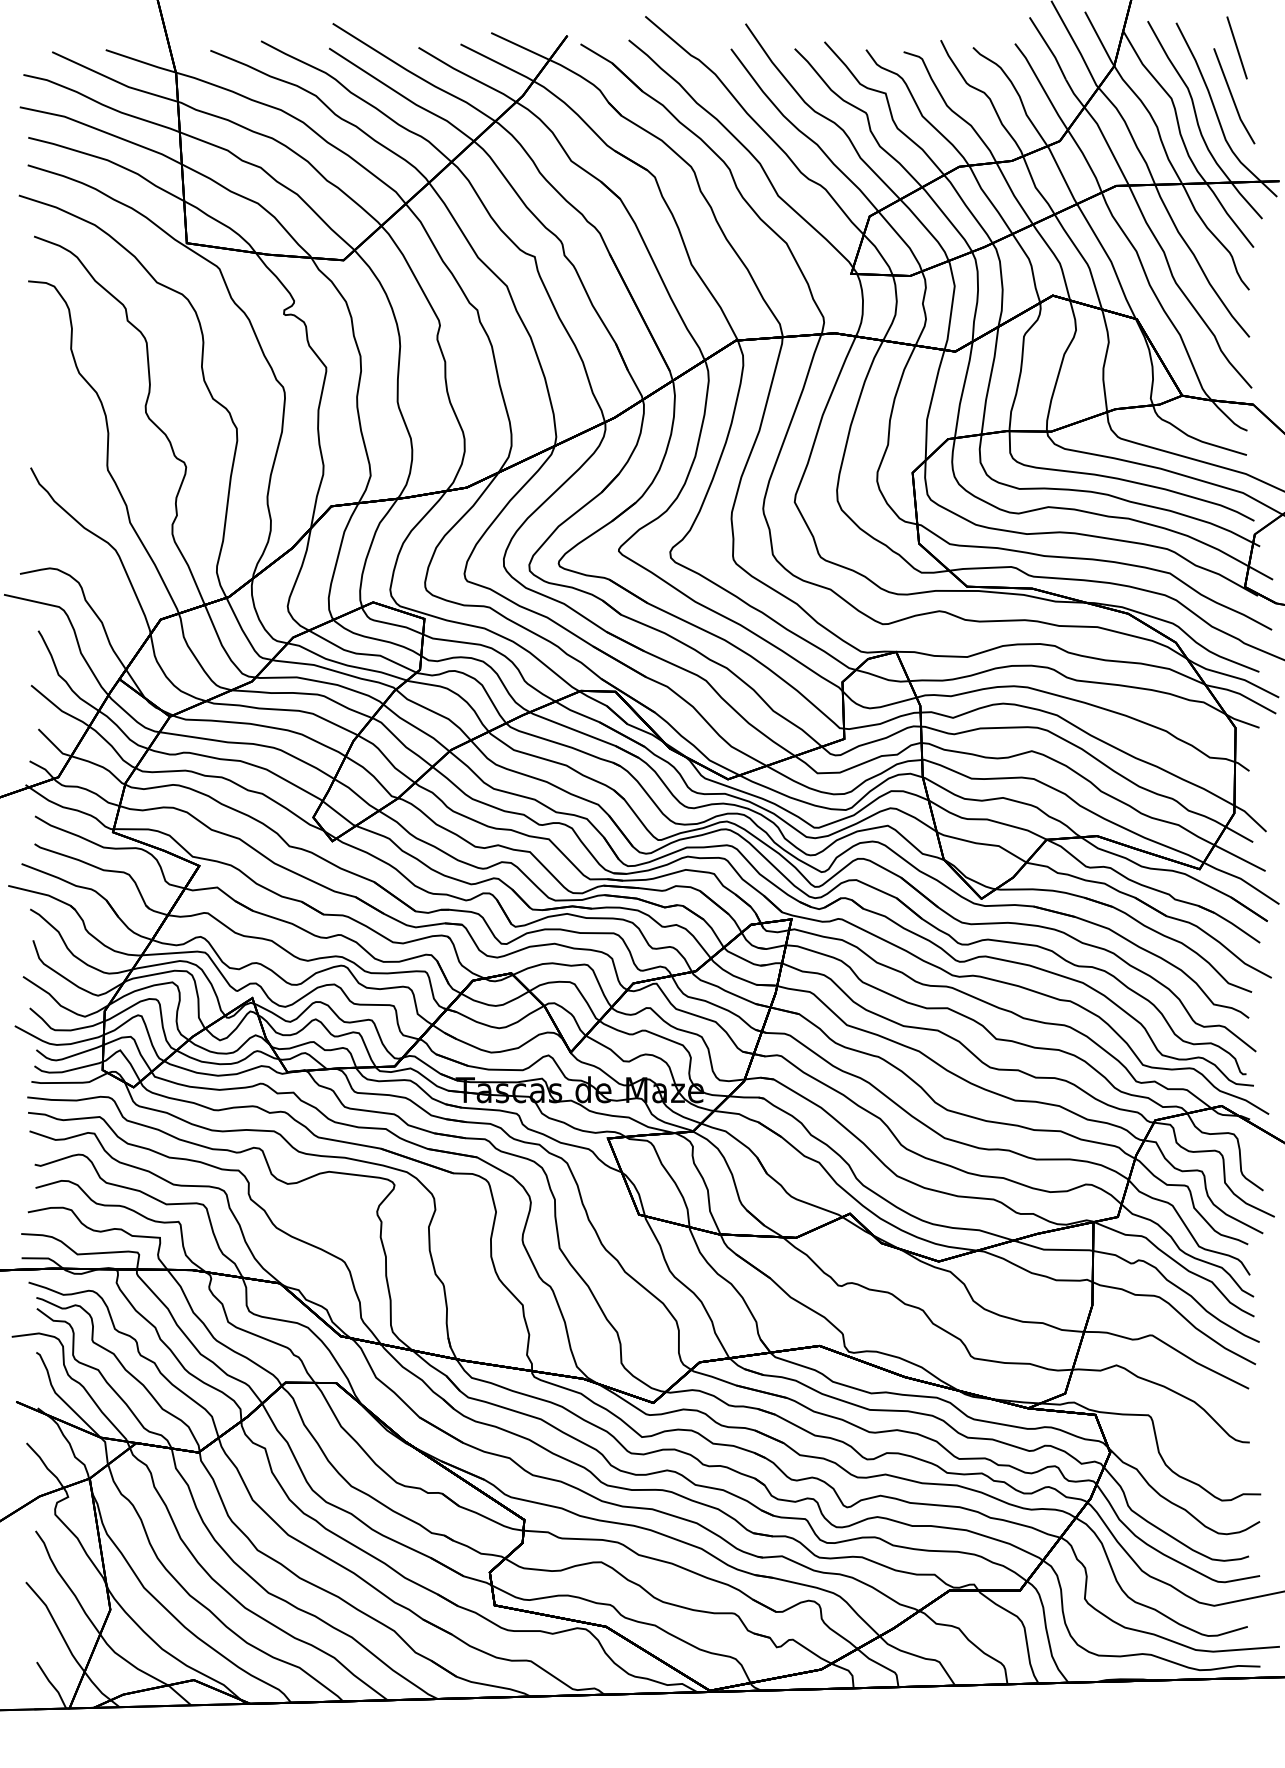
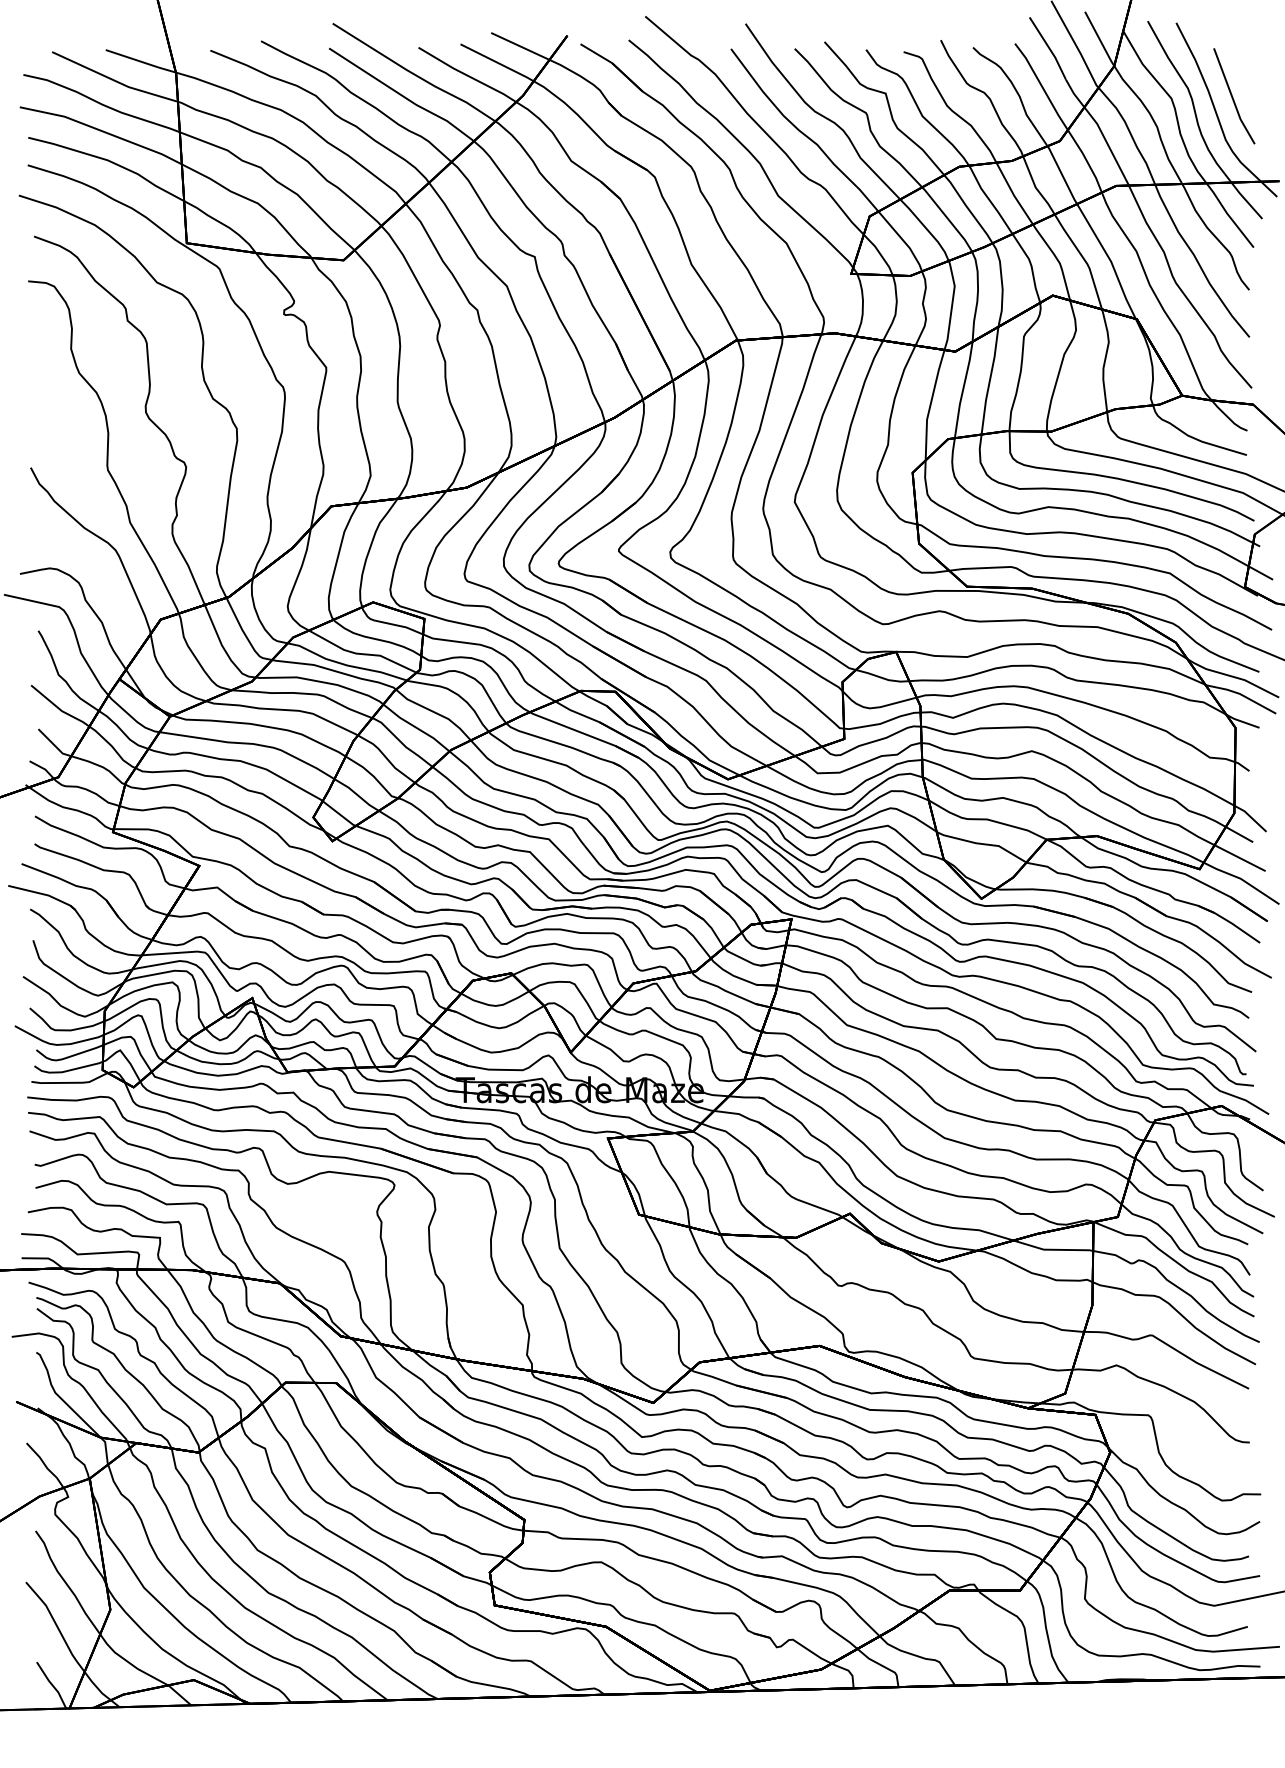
line at (1236, 47): present -> none
